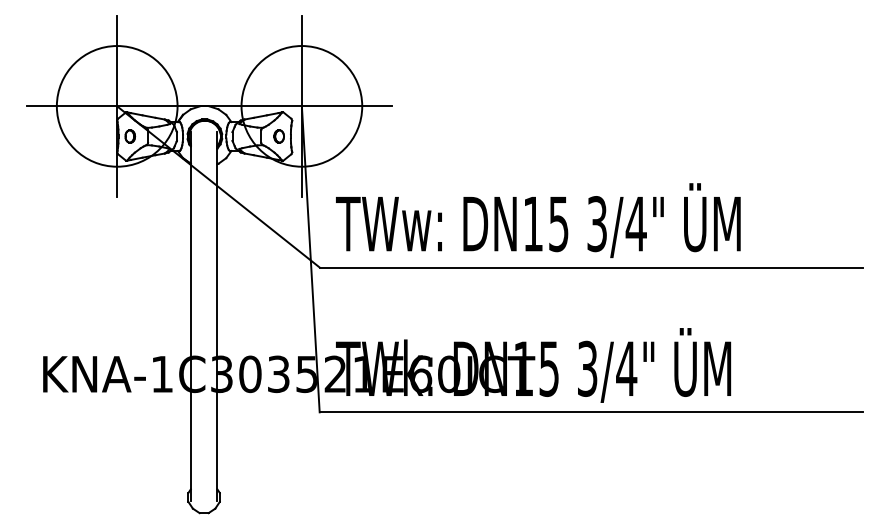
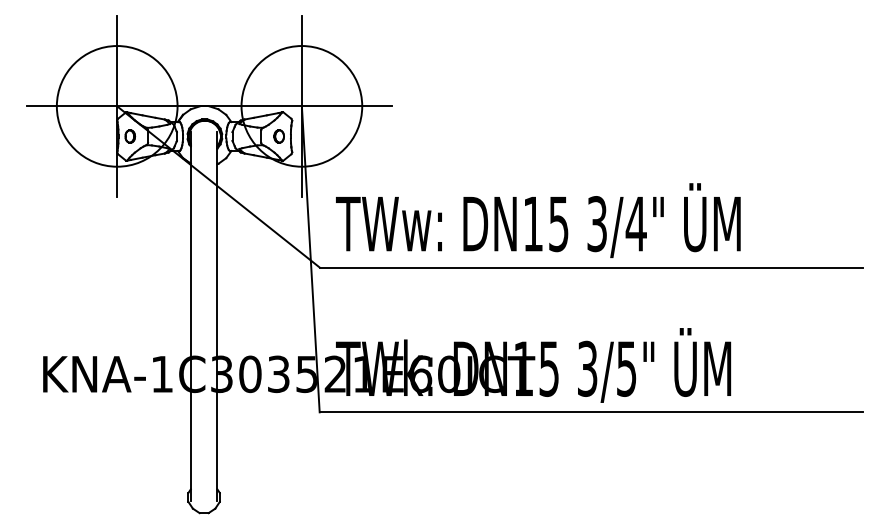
text at (626, 368): 3/4" -> 3/5"
